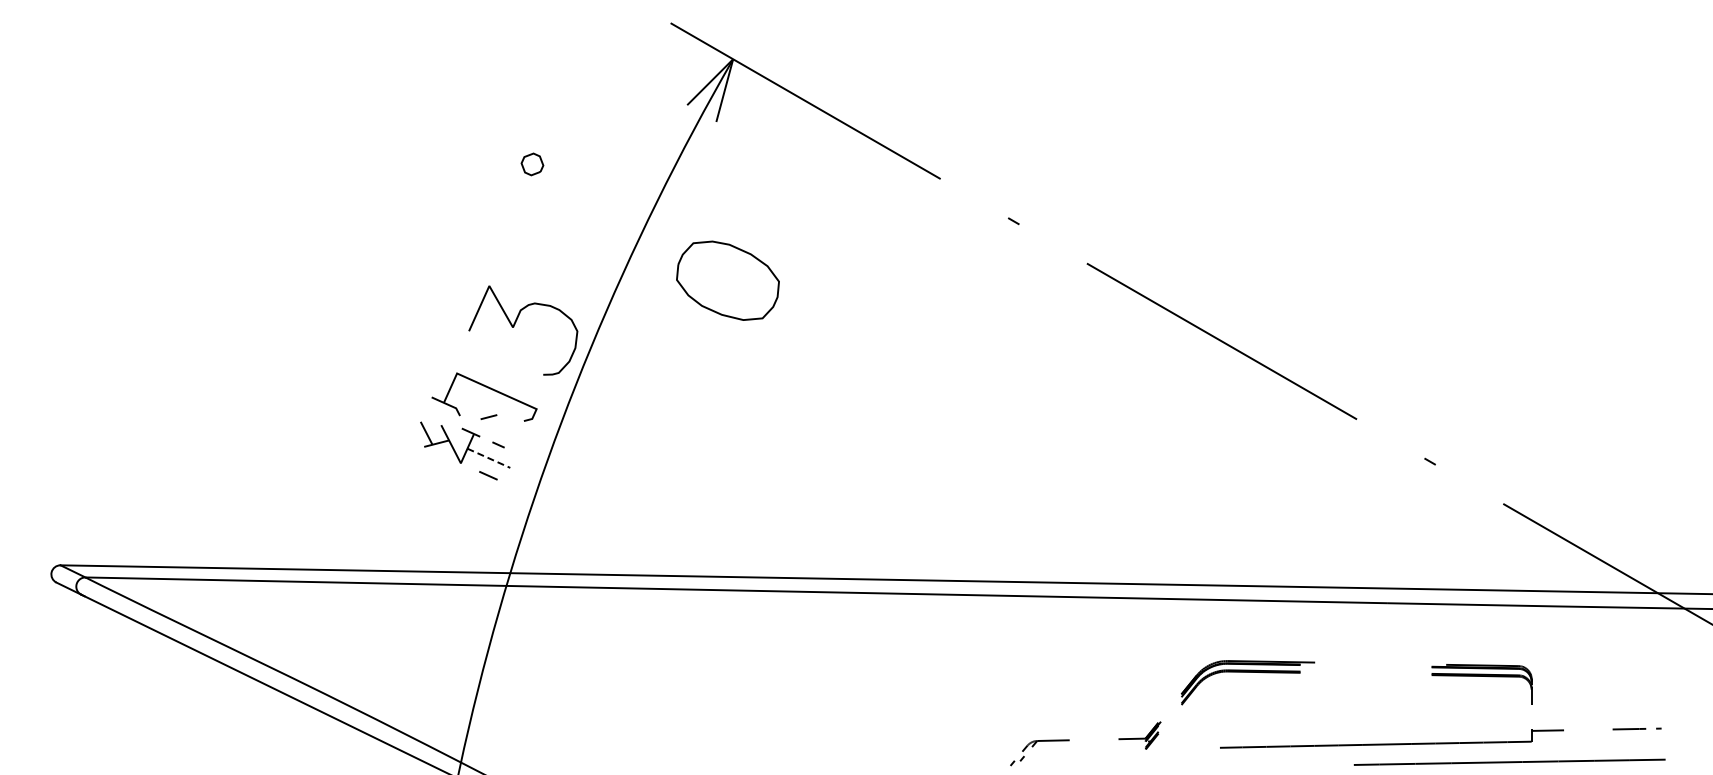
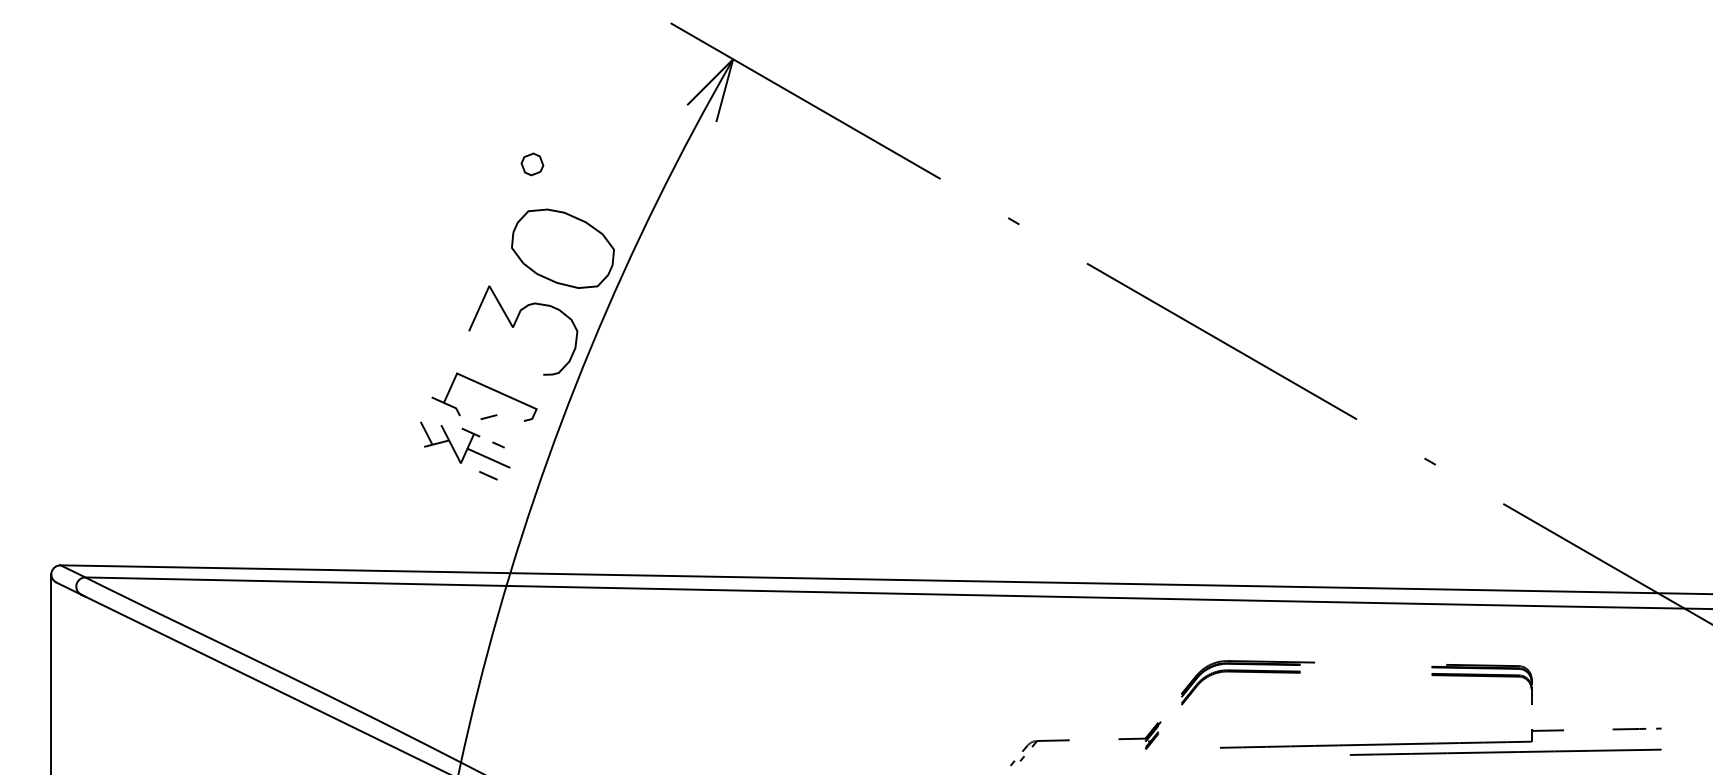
part at (727, 280) position: (727, 280) -> (562, 248)
line at (489, 458): dashed -> solid
line at (51, 672): none -> present
line at (1509, 761) position: (1509, 761) -> (1505, 751)
